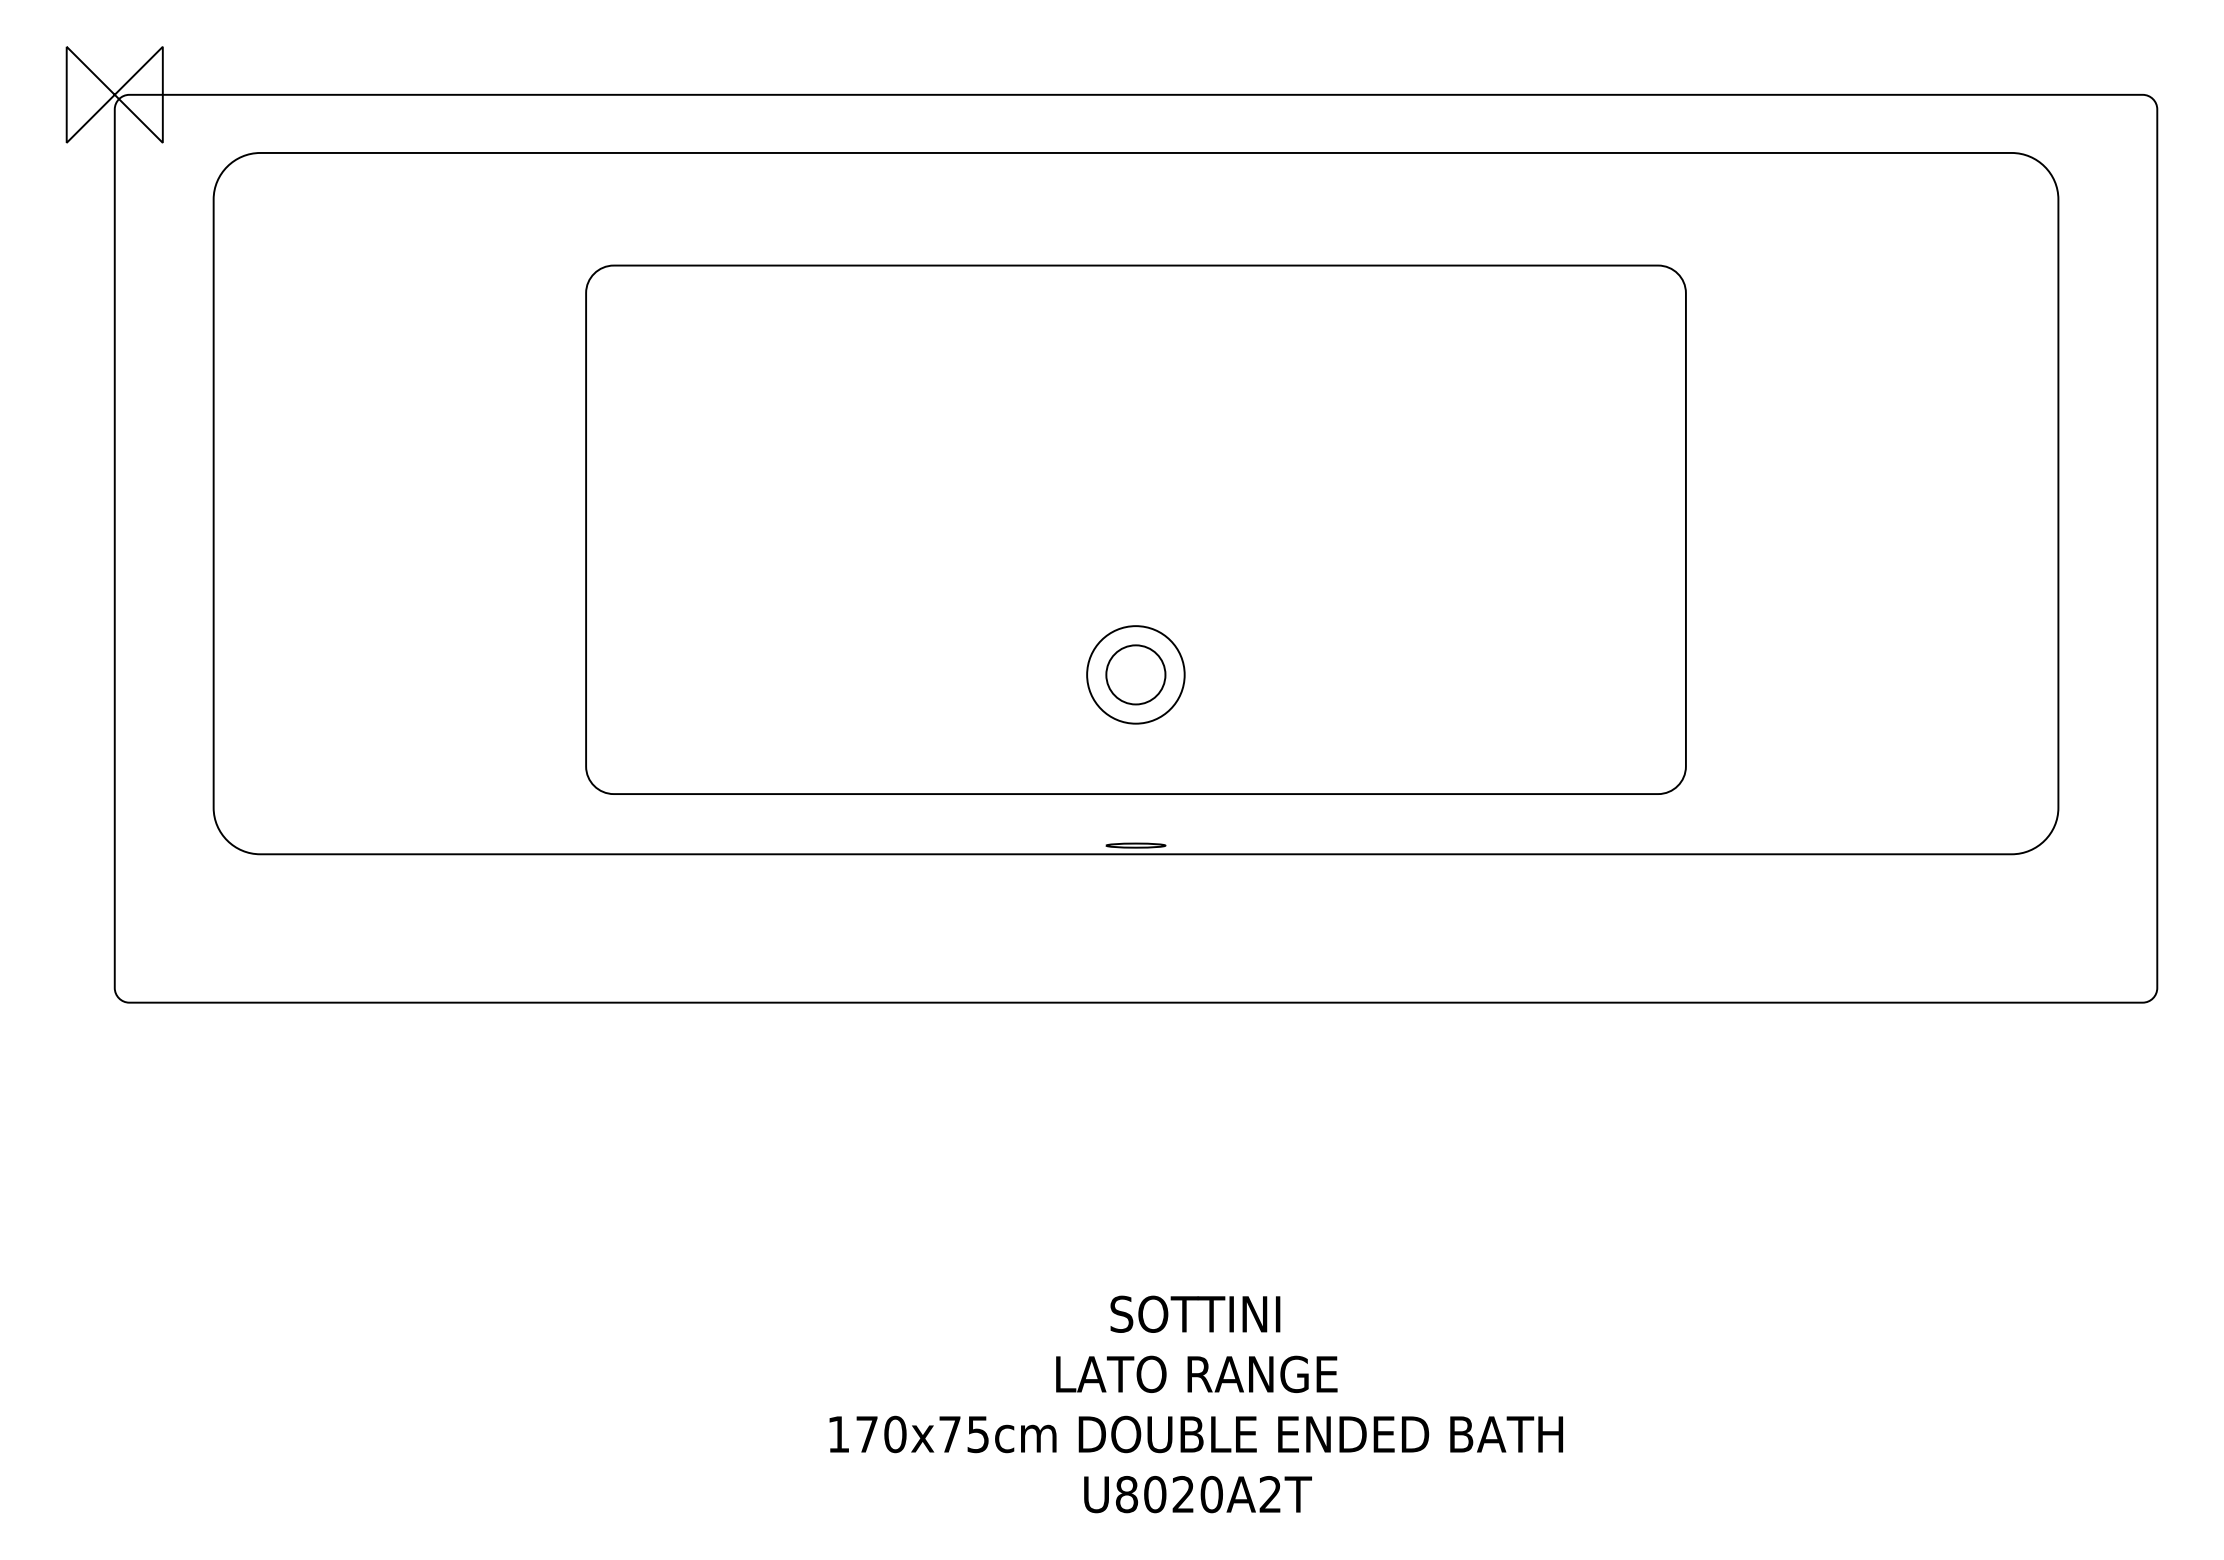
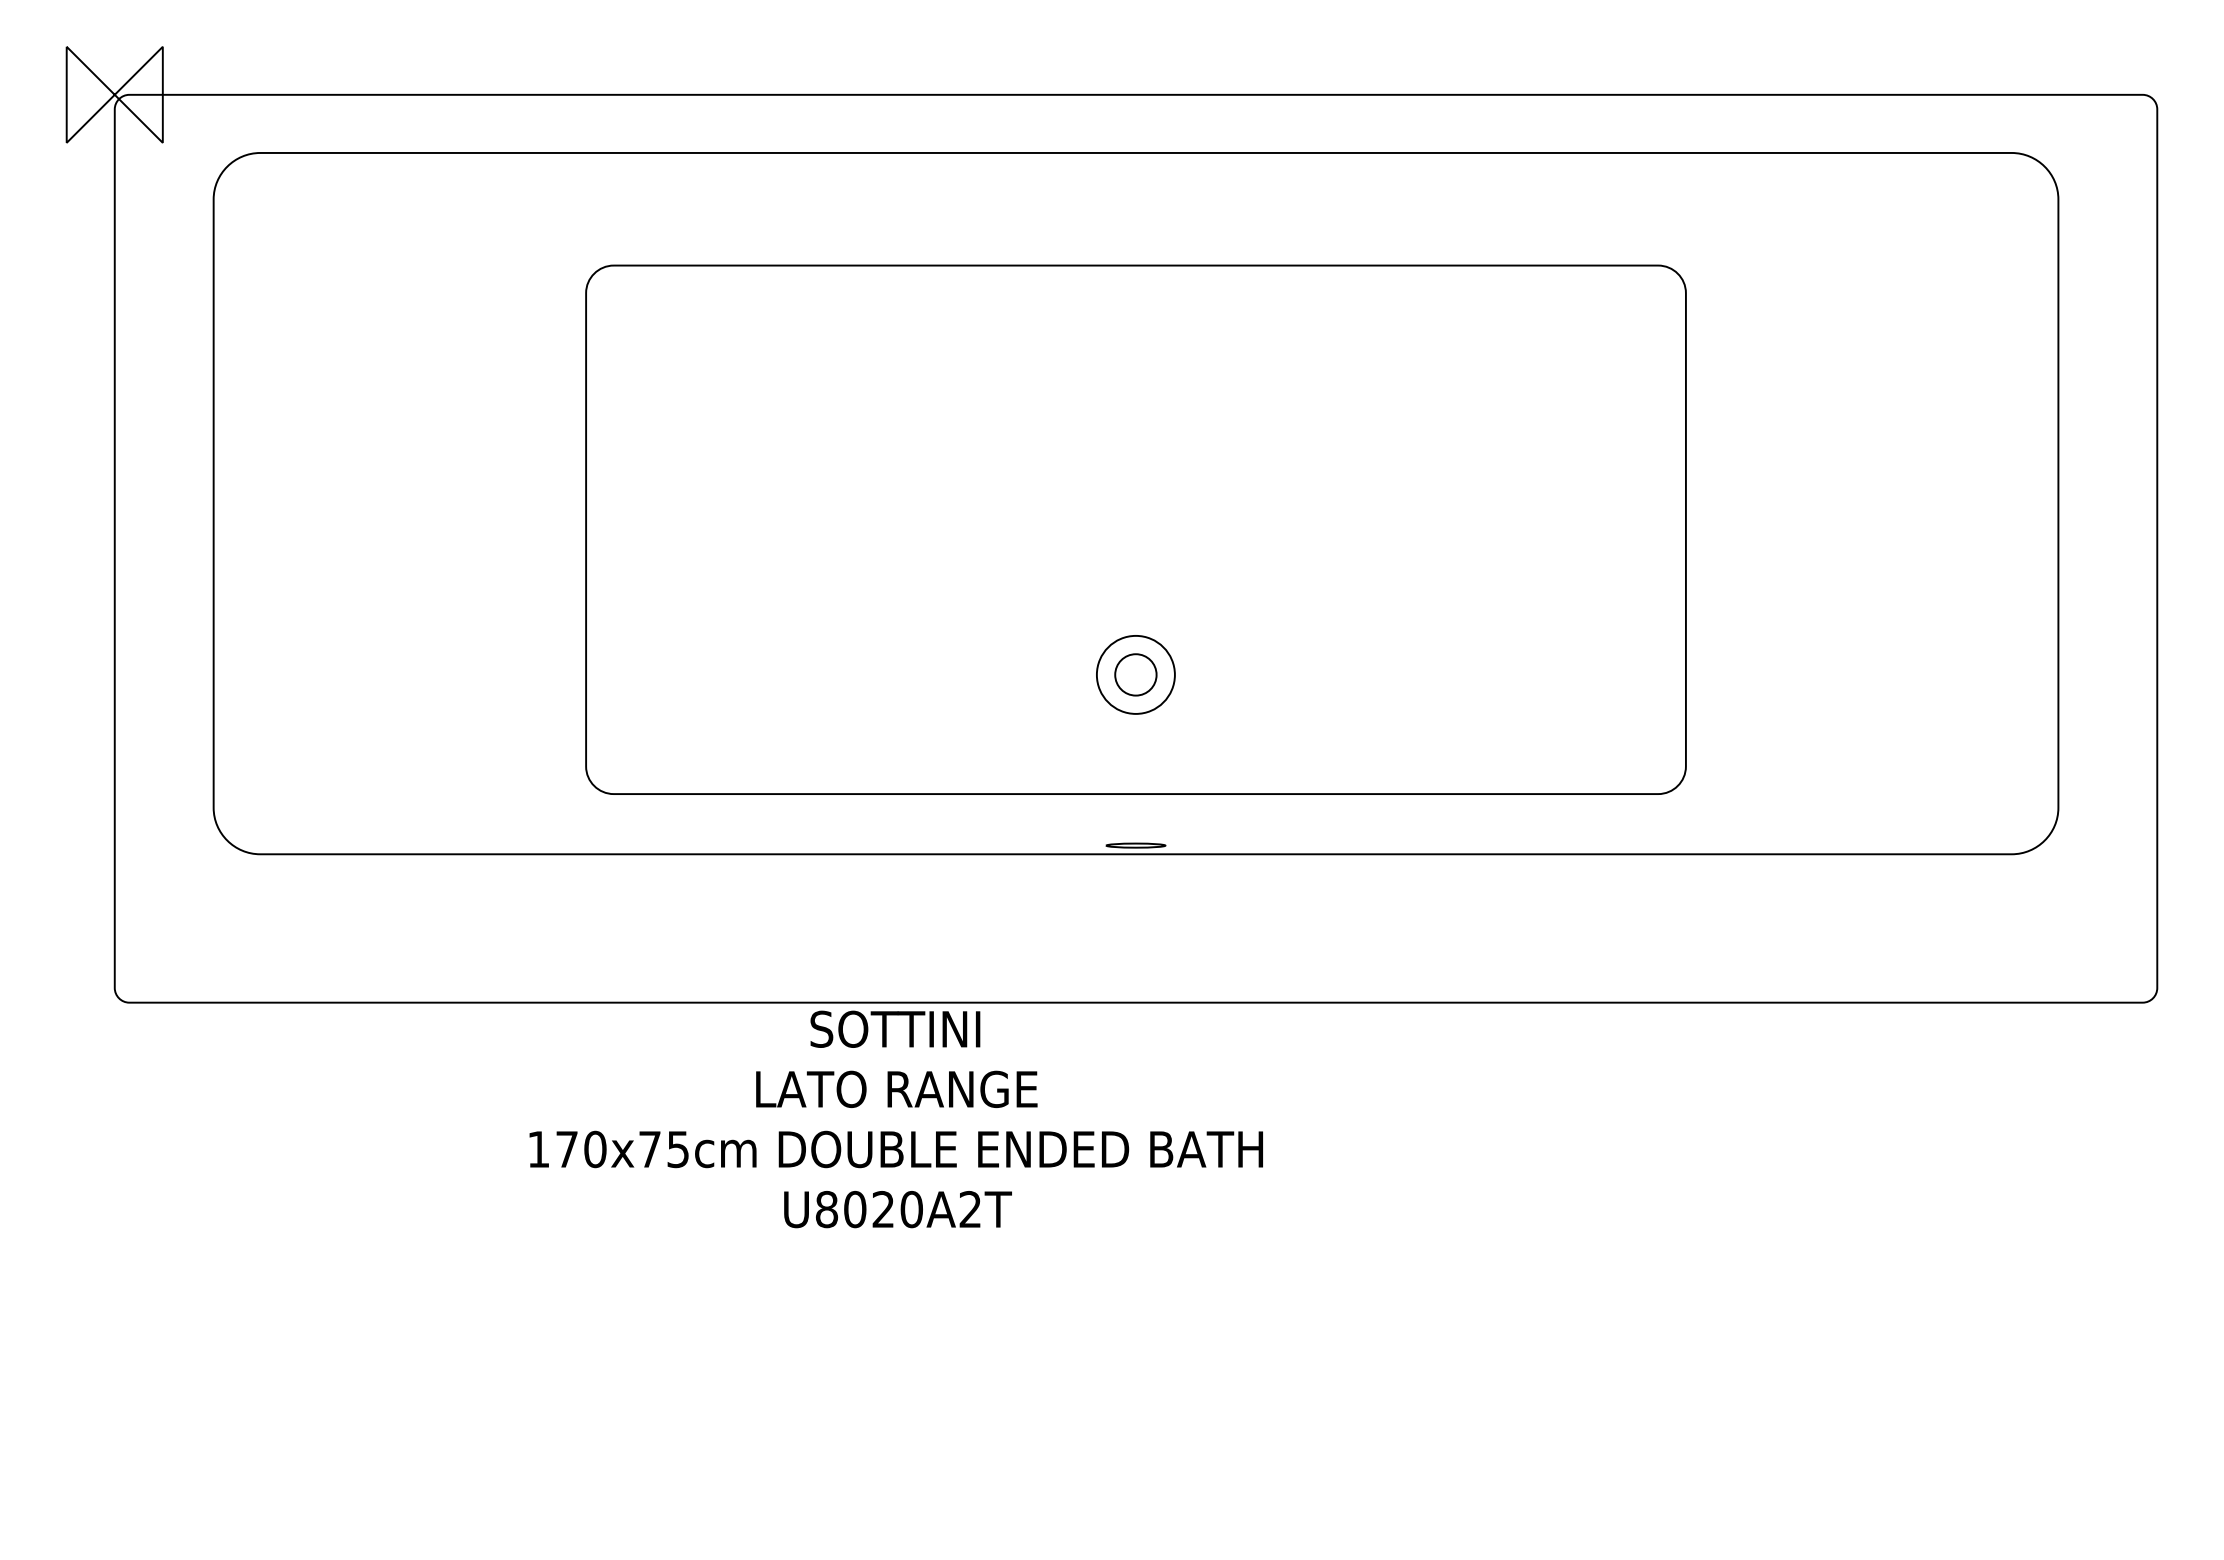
circle at (1135, 674) diameter: 59 px -> 41 px
circle at (1135, 674) diameter: 98 px -> 78 px
text at (1195, 1404) position: (1195, 1404) -> (895, 1119)
